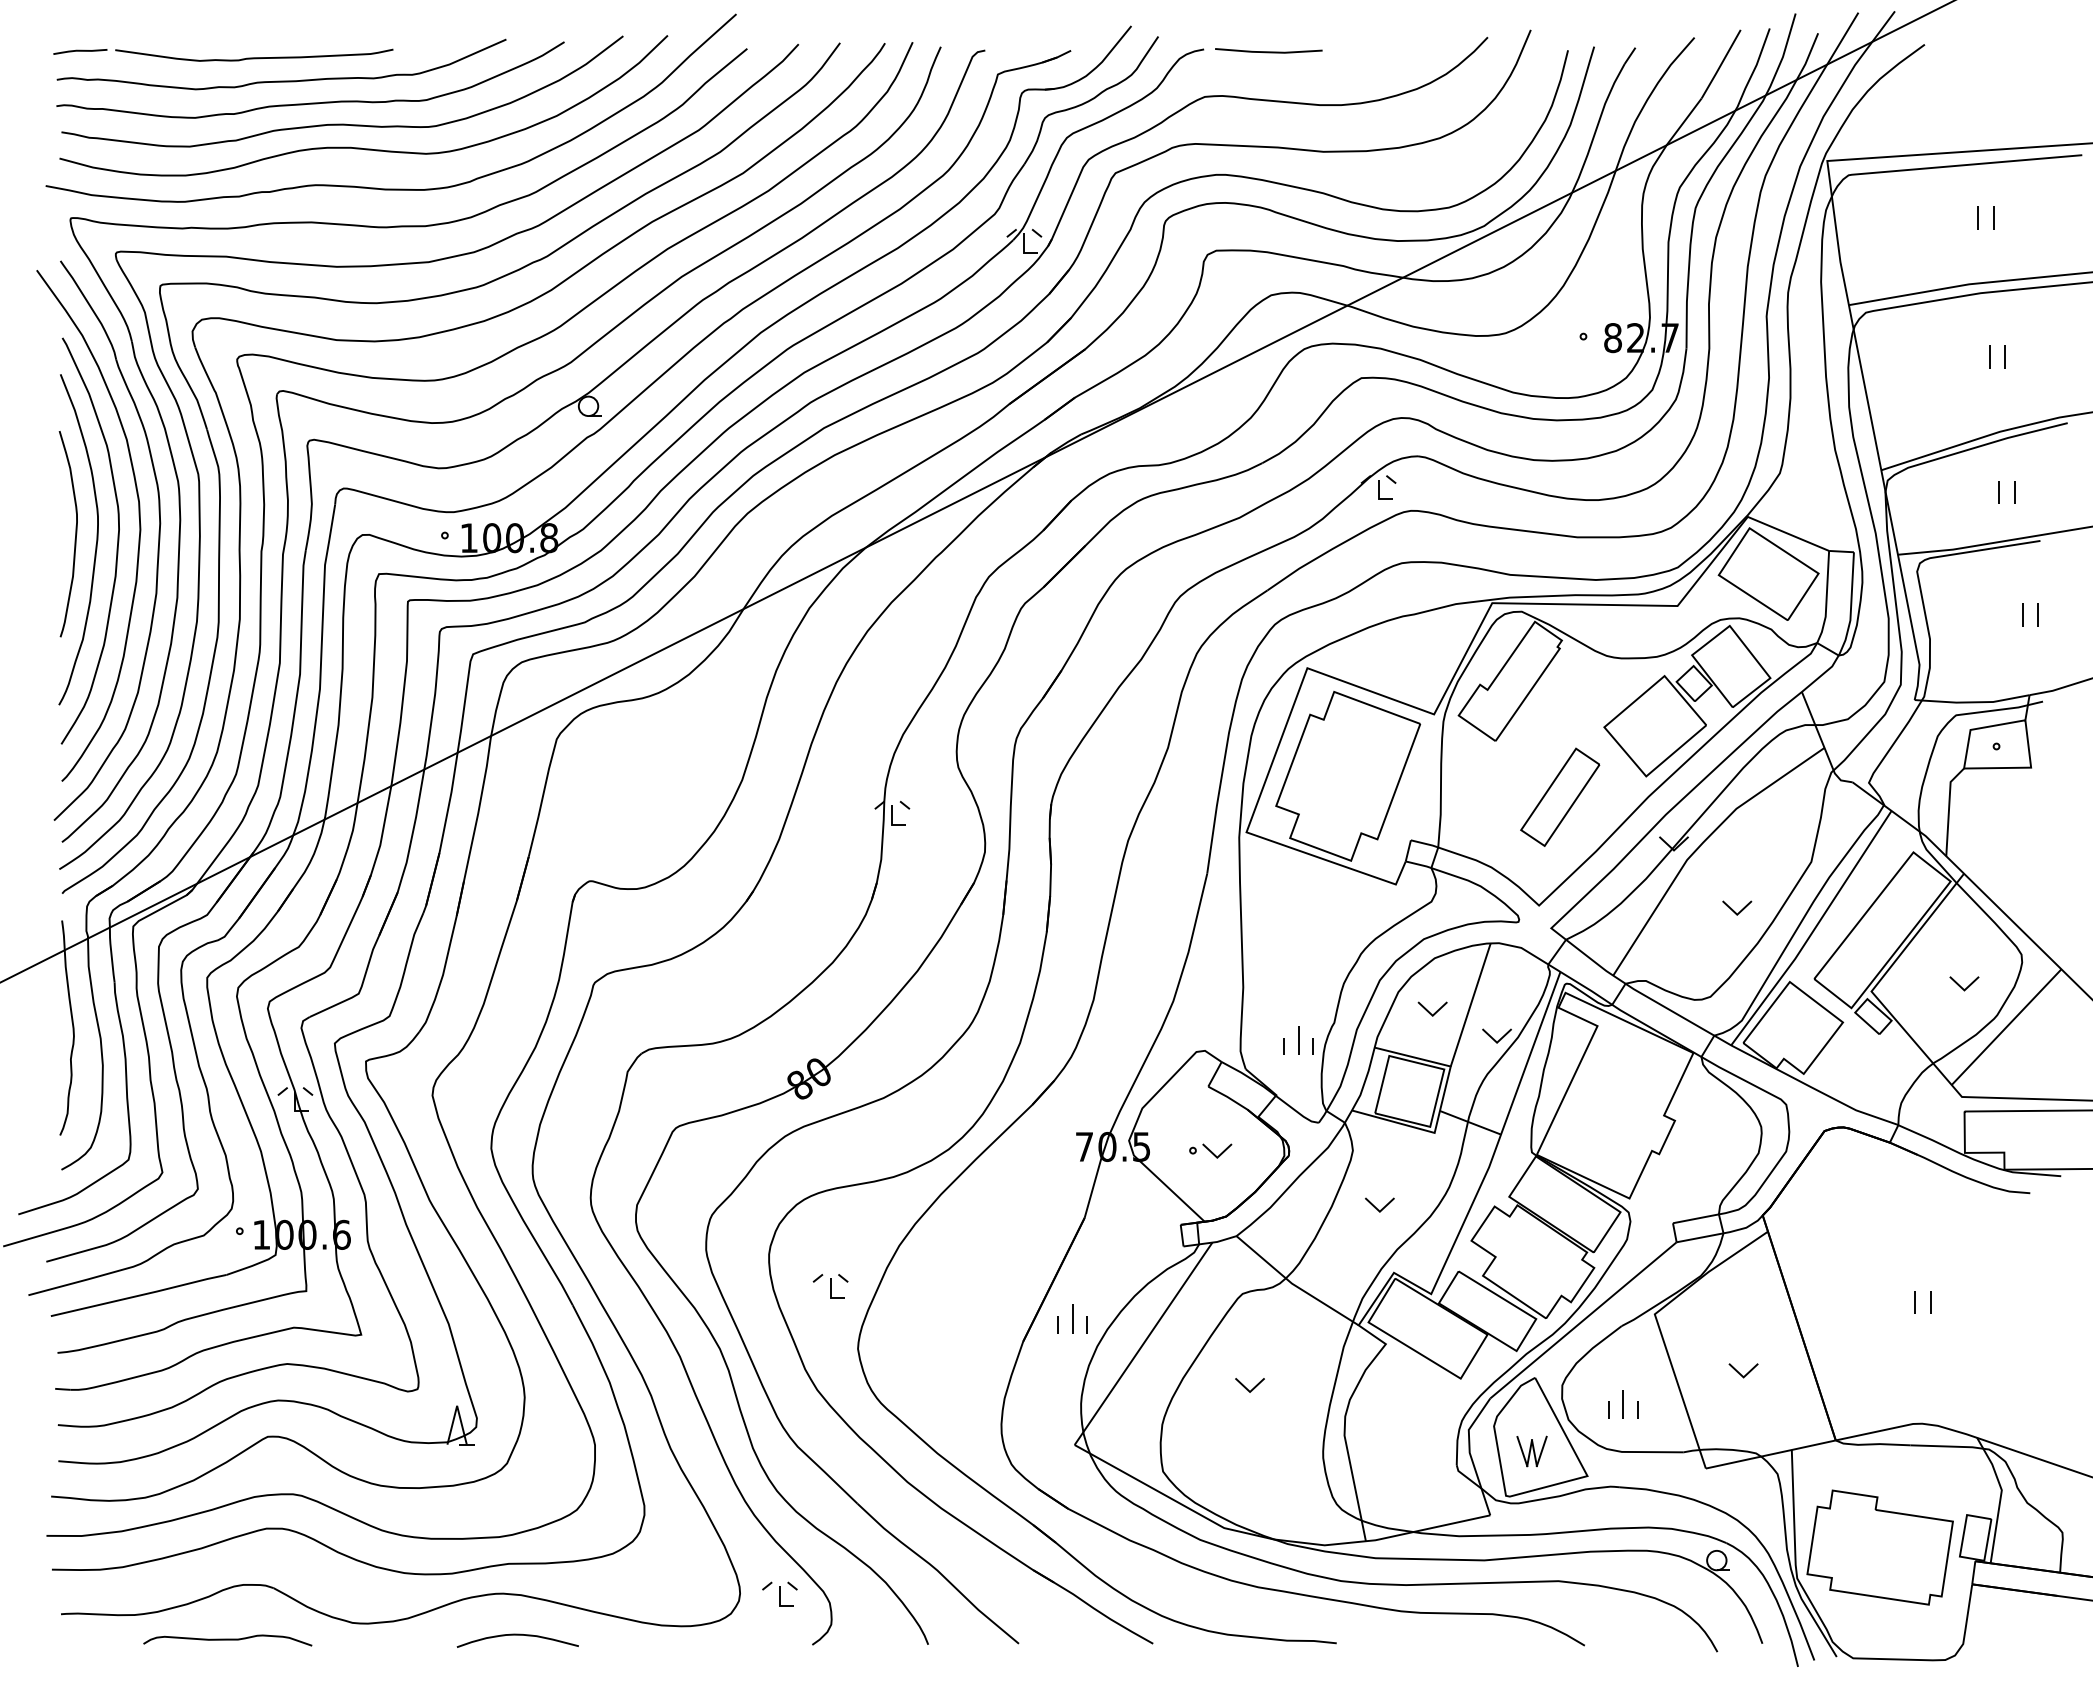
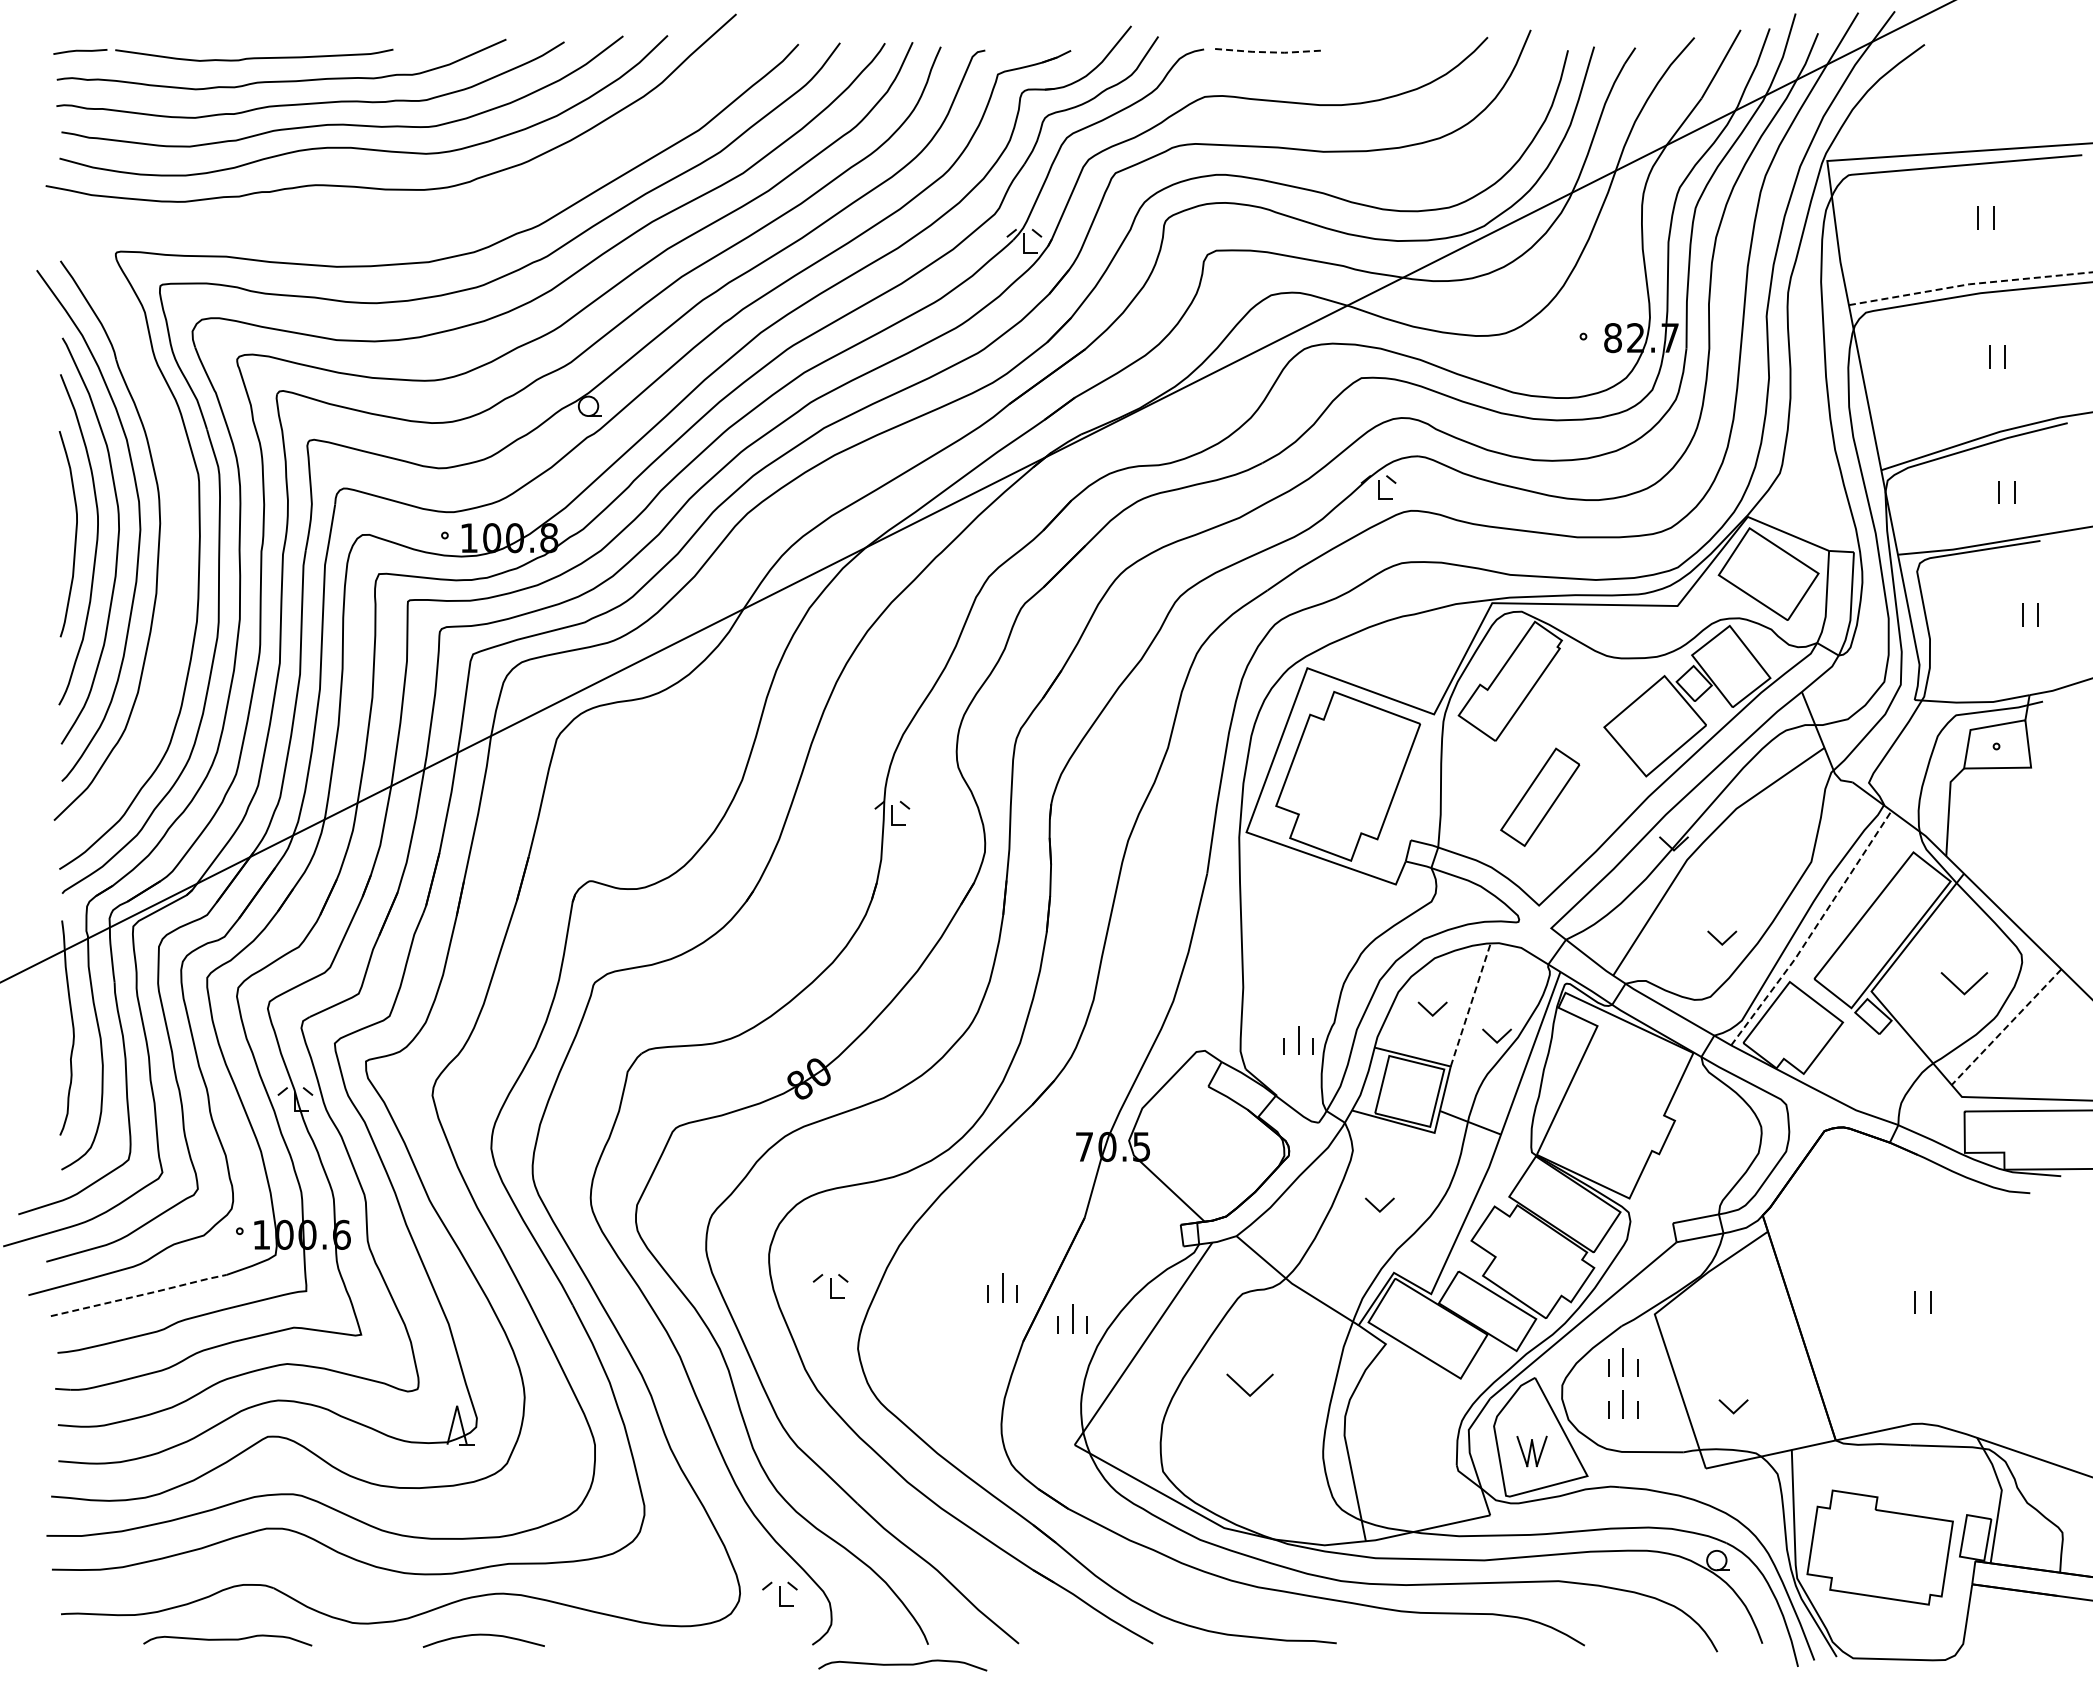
line at (1268, 52): solid -> dashed
part at (389, 228): present -> none
line at (1969, 284): solid -> dashed
part at (1560, 796) position: (1560, 796) -> (1540, 796)
part at (1737, 907) position: (1737, 907) -> (1722, 937)
line at (1813, 930): solid -> dashed
part at (1964, 983) size: 31x16 px -> 49x24 px
line at (1470, 1004): solid -> dashed
line at (2006, 1027): solid -> dashed
part at (1210, 1150): present -> none
part at (1002, 1287): none -> present
line at (139, 1295): solid -> dashed
part at (1623, 1362): none -> present
part at (1743, 1370) position: (1743, 1370) -> (1733, 1406)
part at (1249, 1385) size: 30x15 px -> 48x24 px
curve at (517, 1635) position: (517, 1635) -> (483, 1635)
curve at (902, 1665): none -> present
